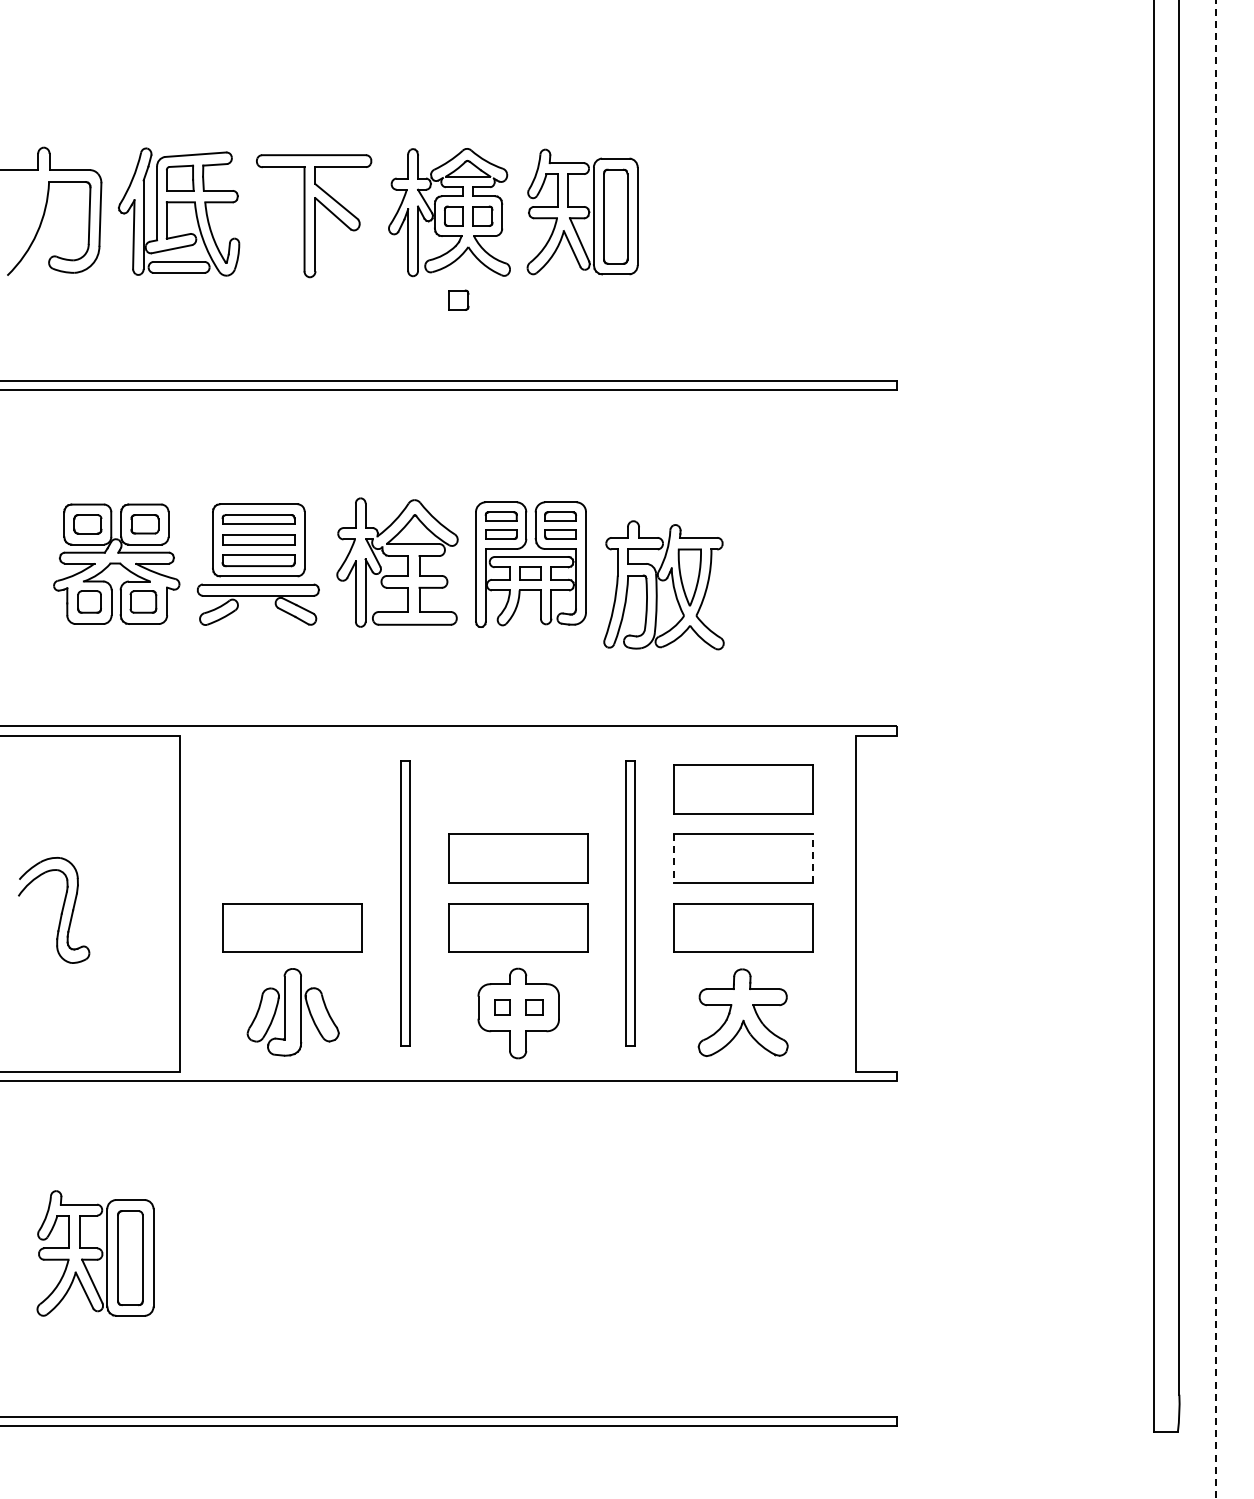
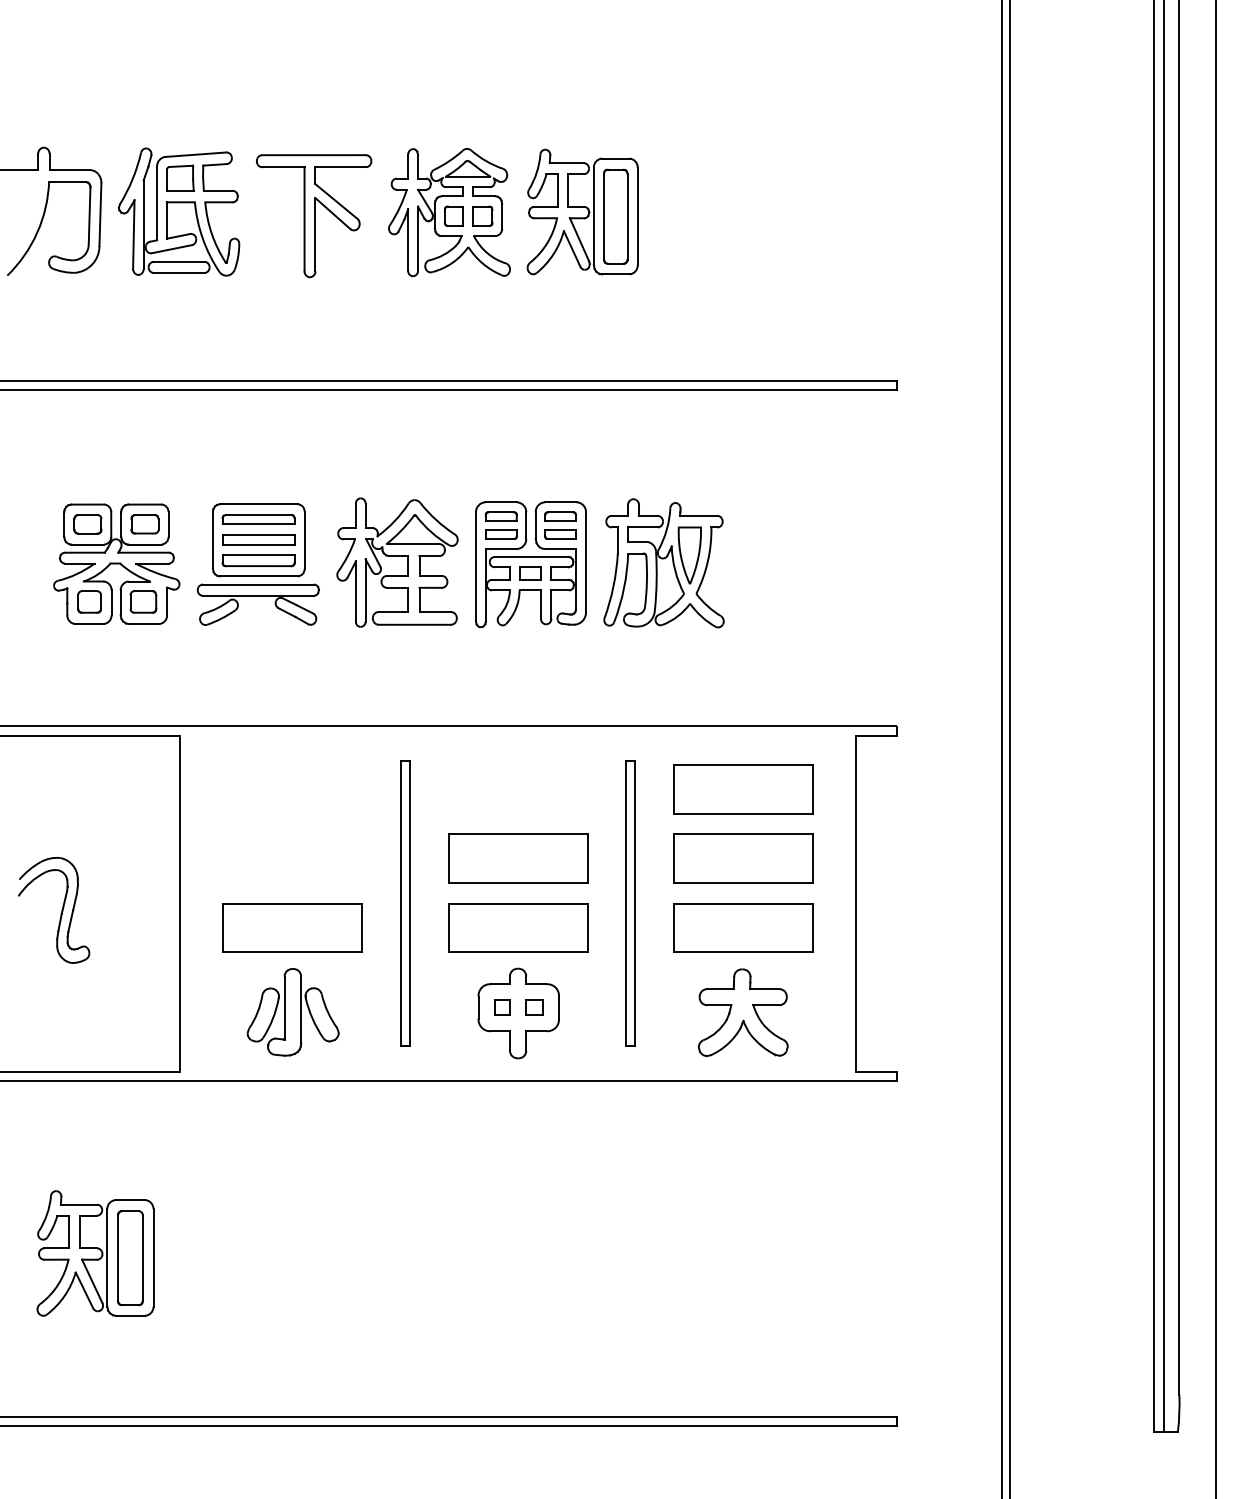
part at (458, 299): present -> none
part at (663, 585) position: (663, 585) -> (663, 563)
line at (1163, 717): none -> present
line at (1002, 748): none -> present
line at (1009, 748): none -> present
line at (1216, 748): dashed -> solid
line at (812, 858): dashed -> solid
line at (673, 859): dashed -> solid
